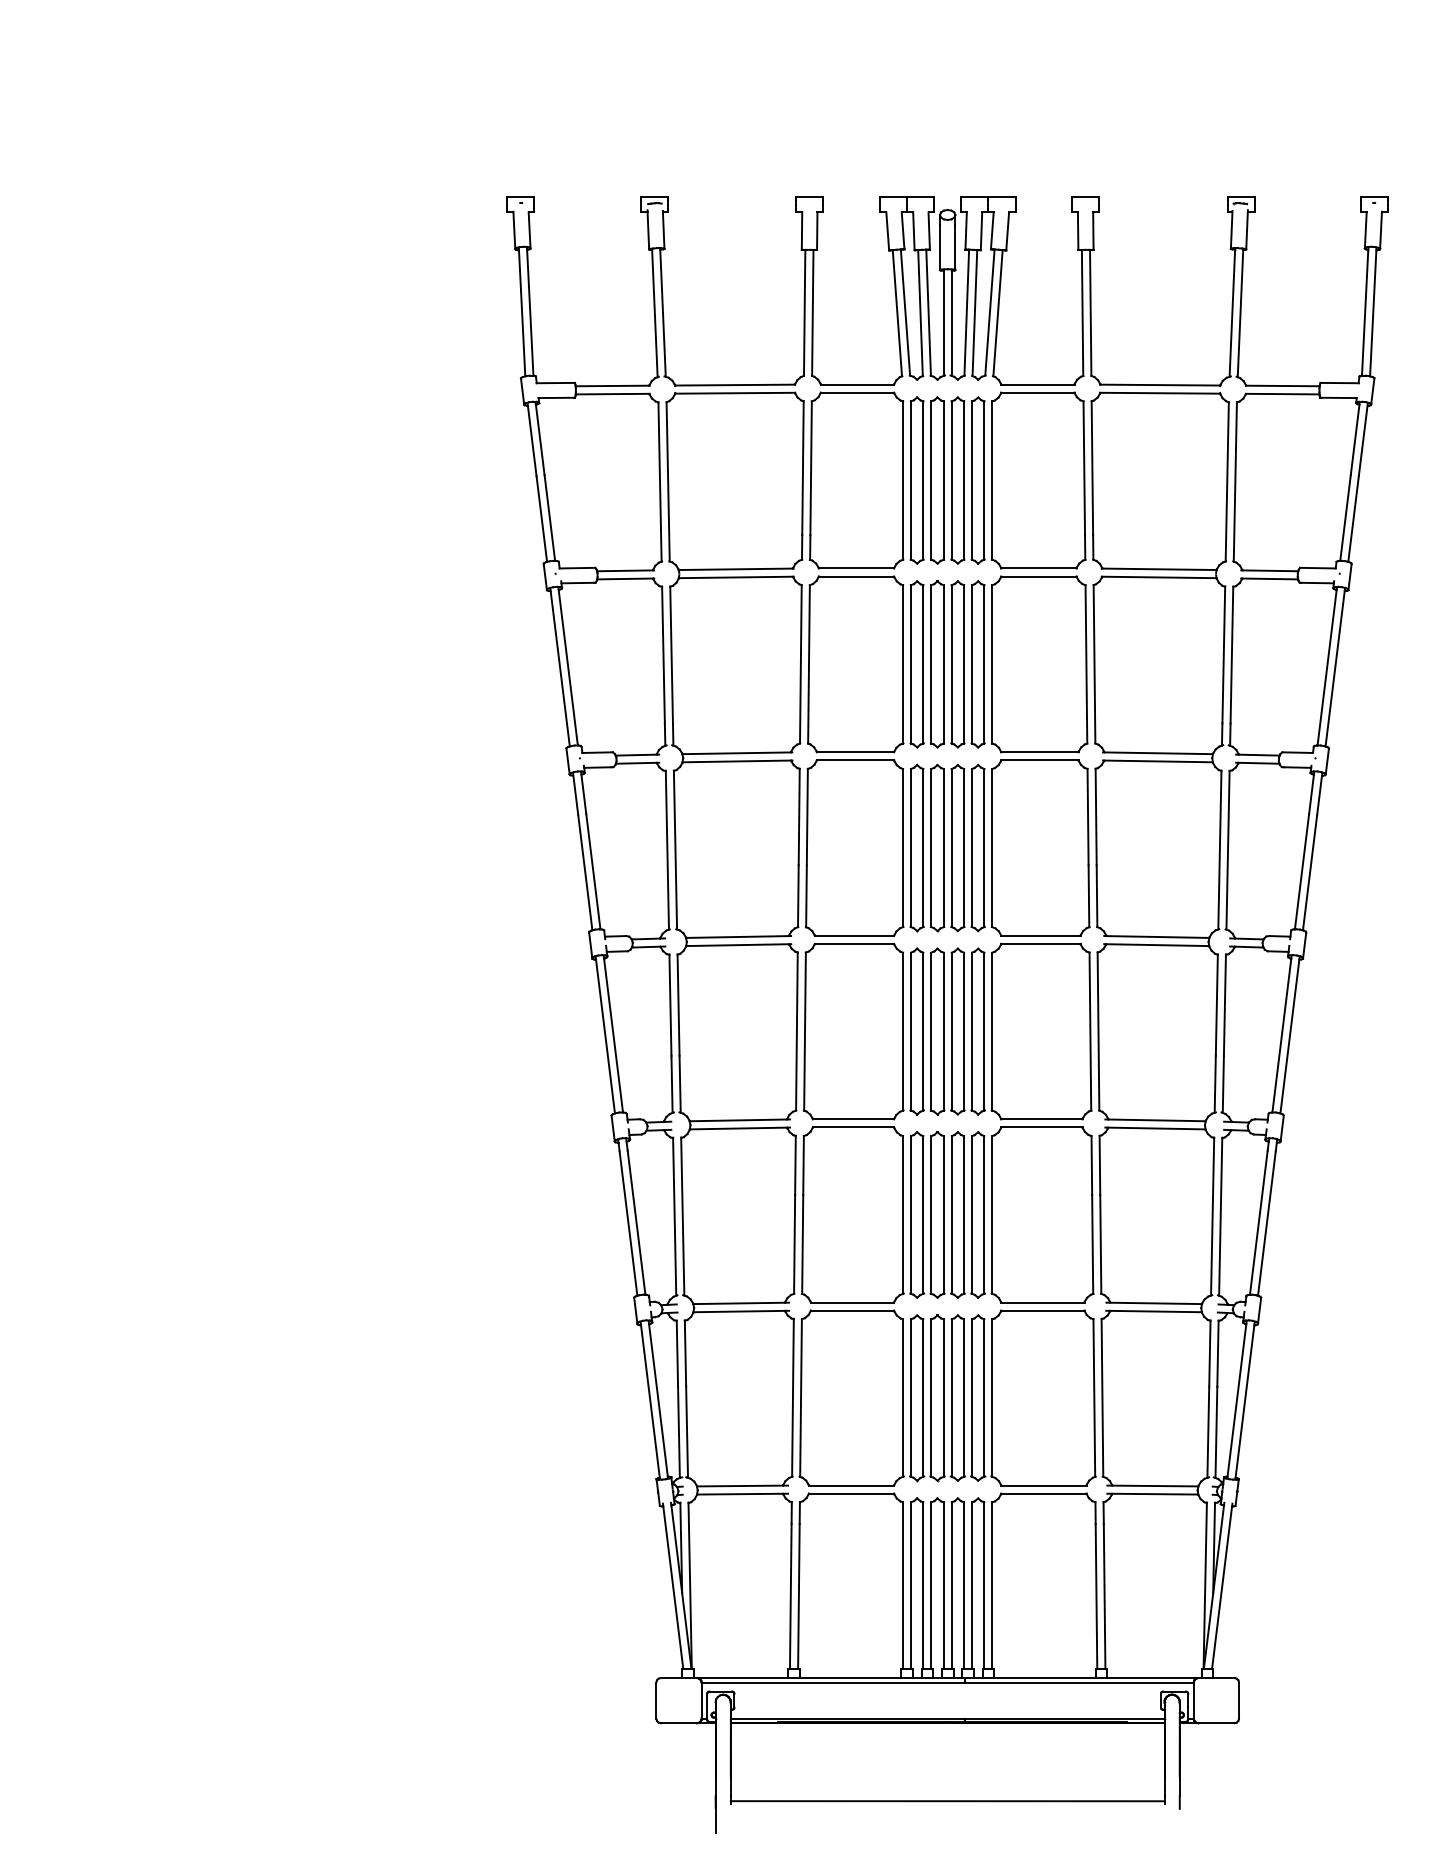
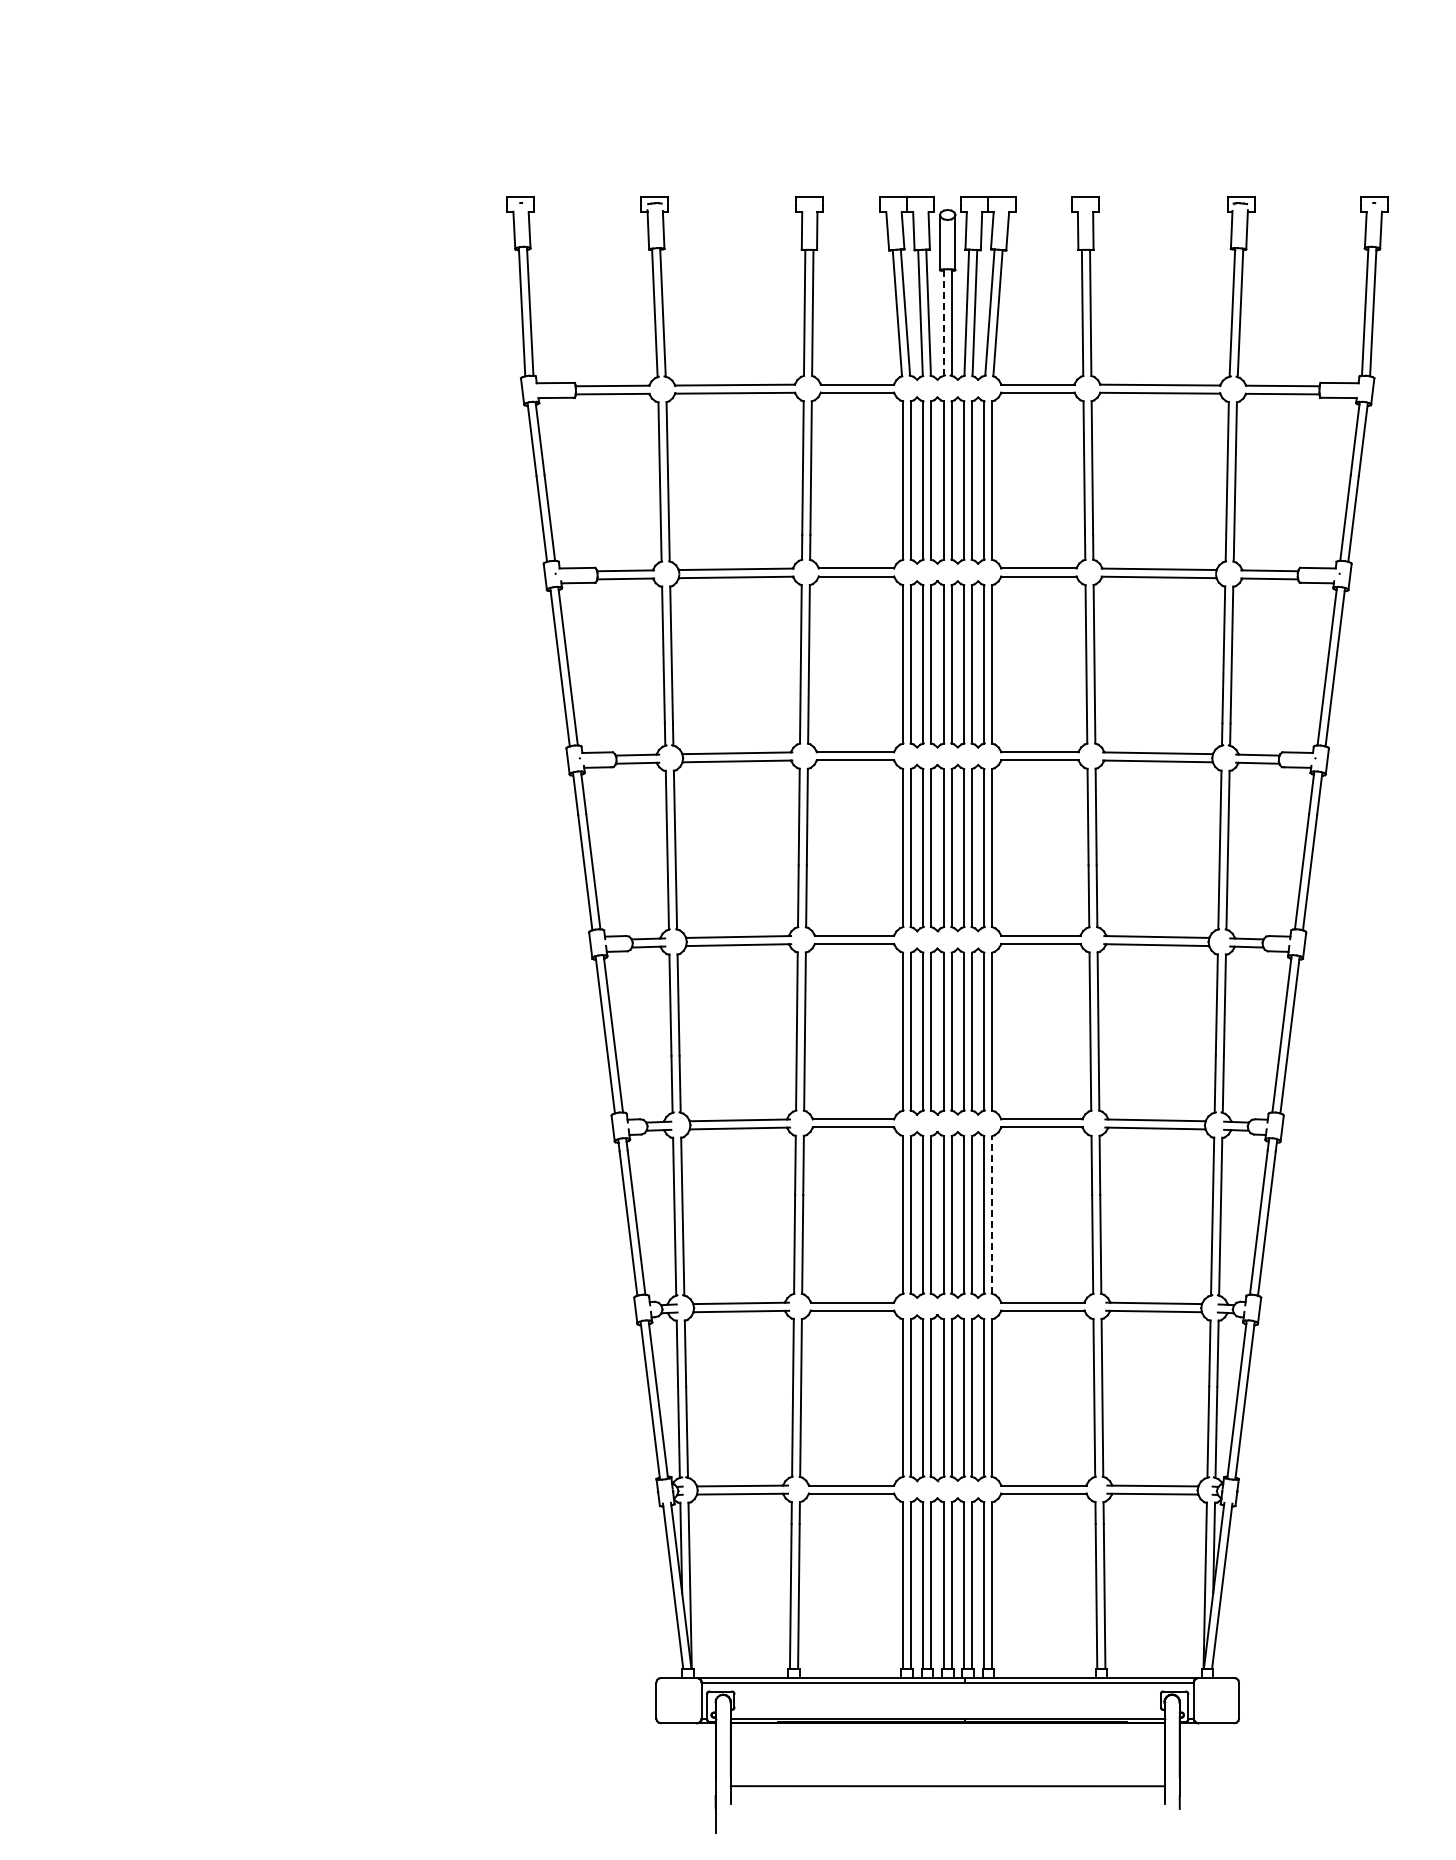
line at (943, 323): solid -> dashed
line at (992, 1214): solid -> dashed
line at (947, 1801) position: (947, 1801) -> (947, 1786)
